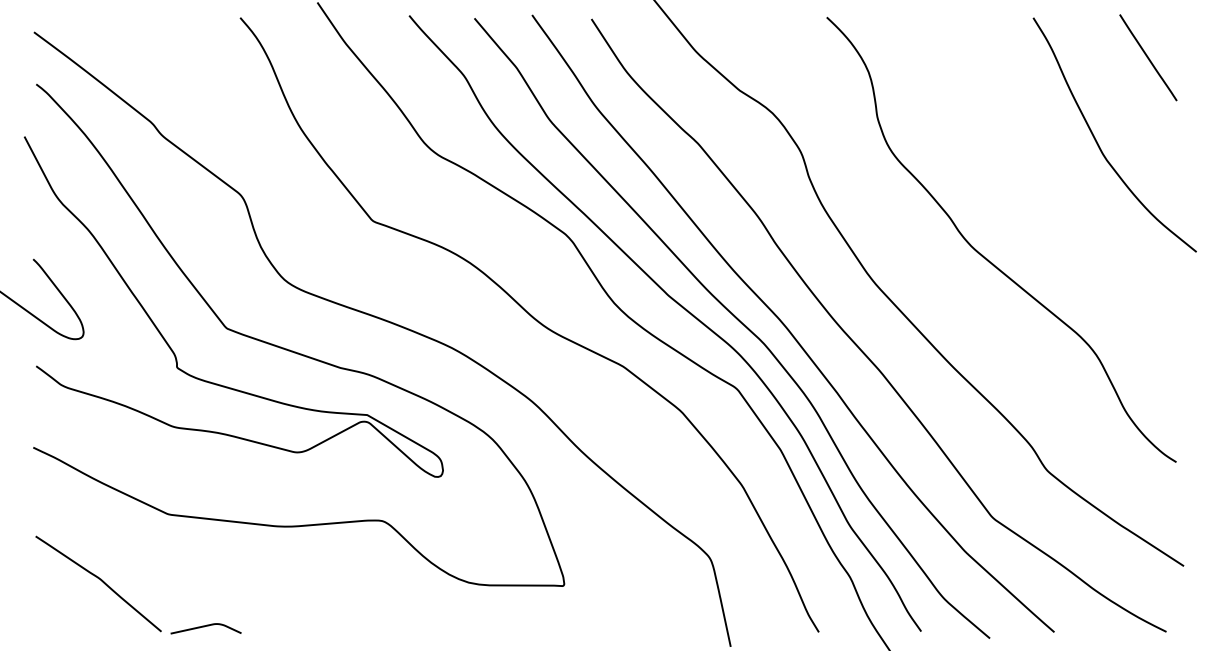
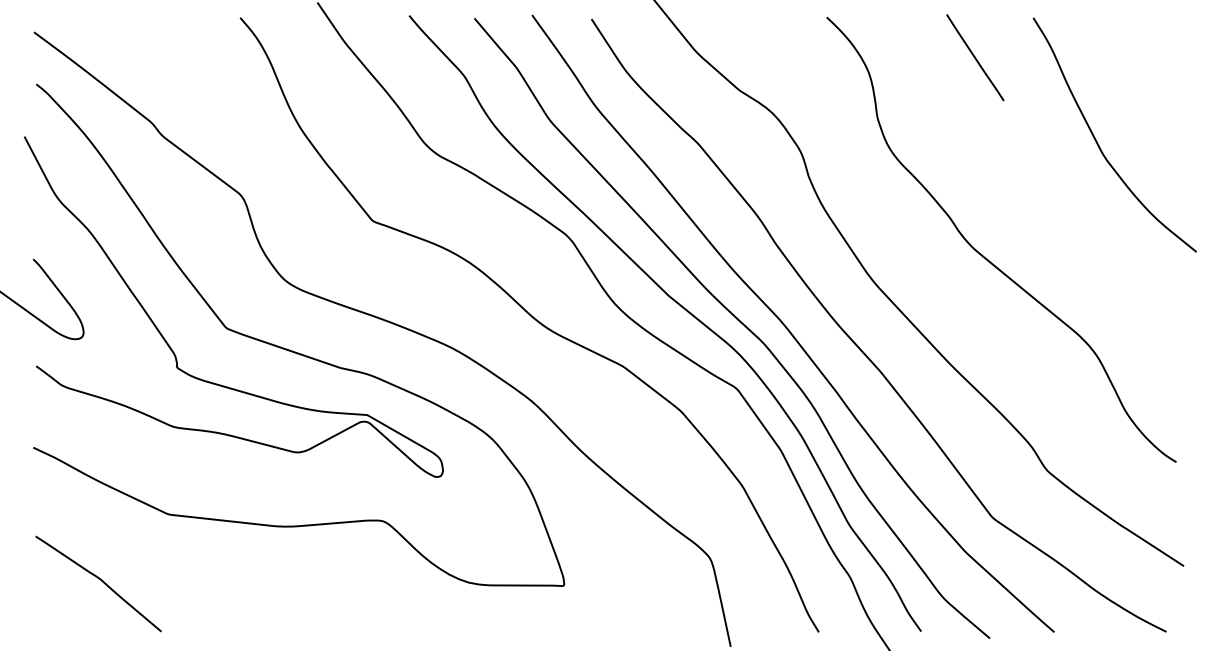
line at (1148, 57) position: (1148, 57) -> (975, 57)
curve at (204, 627): present -> none
